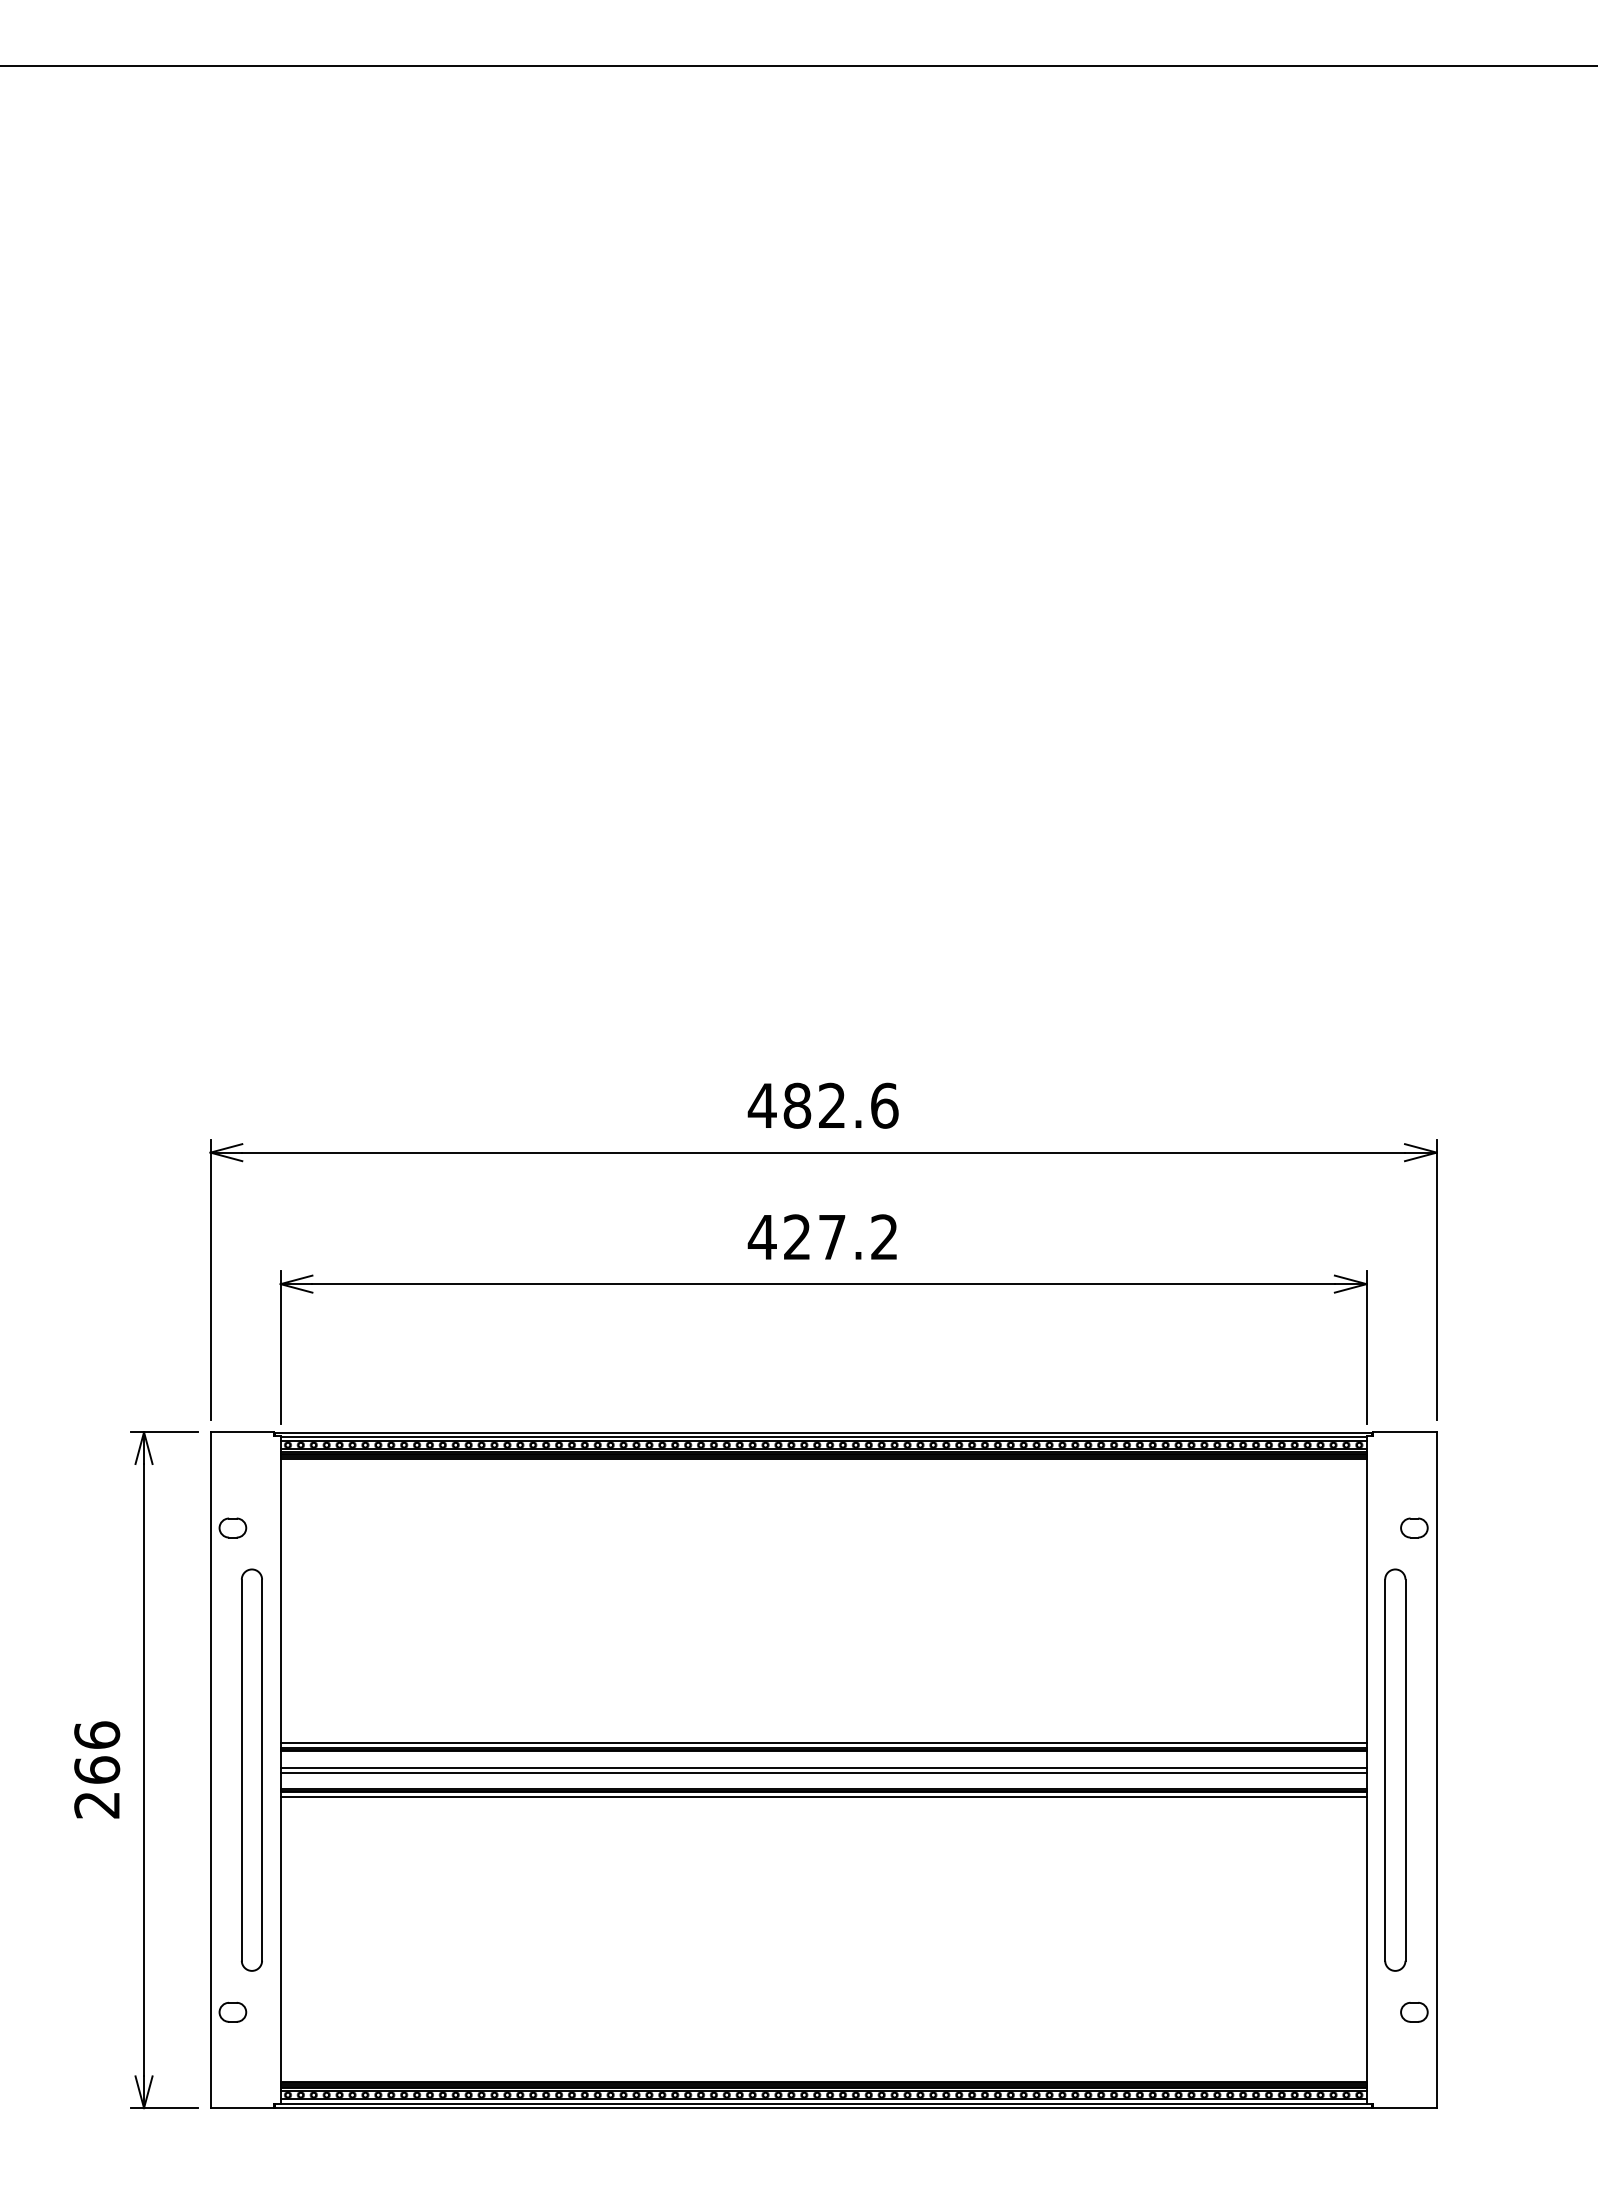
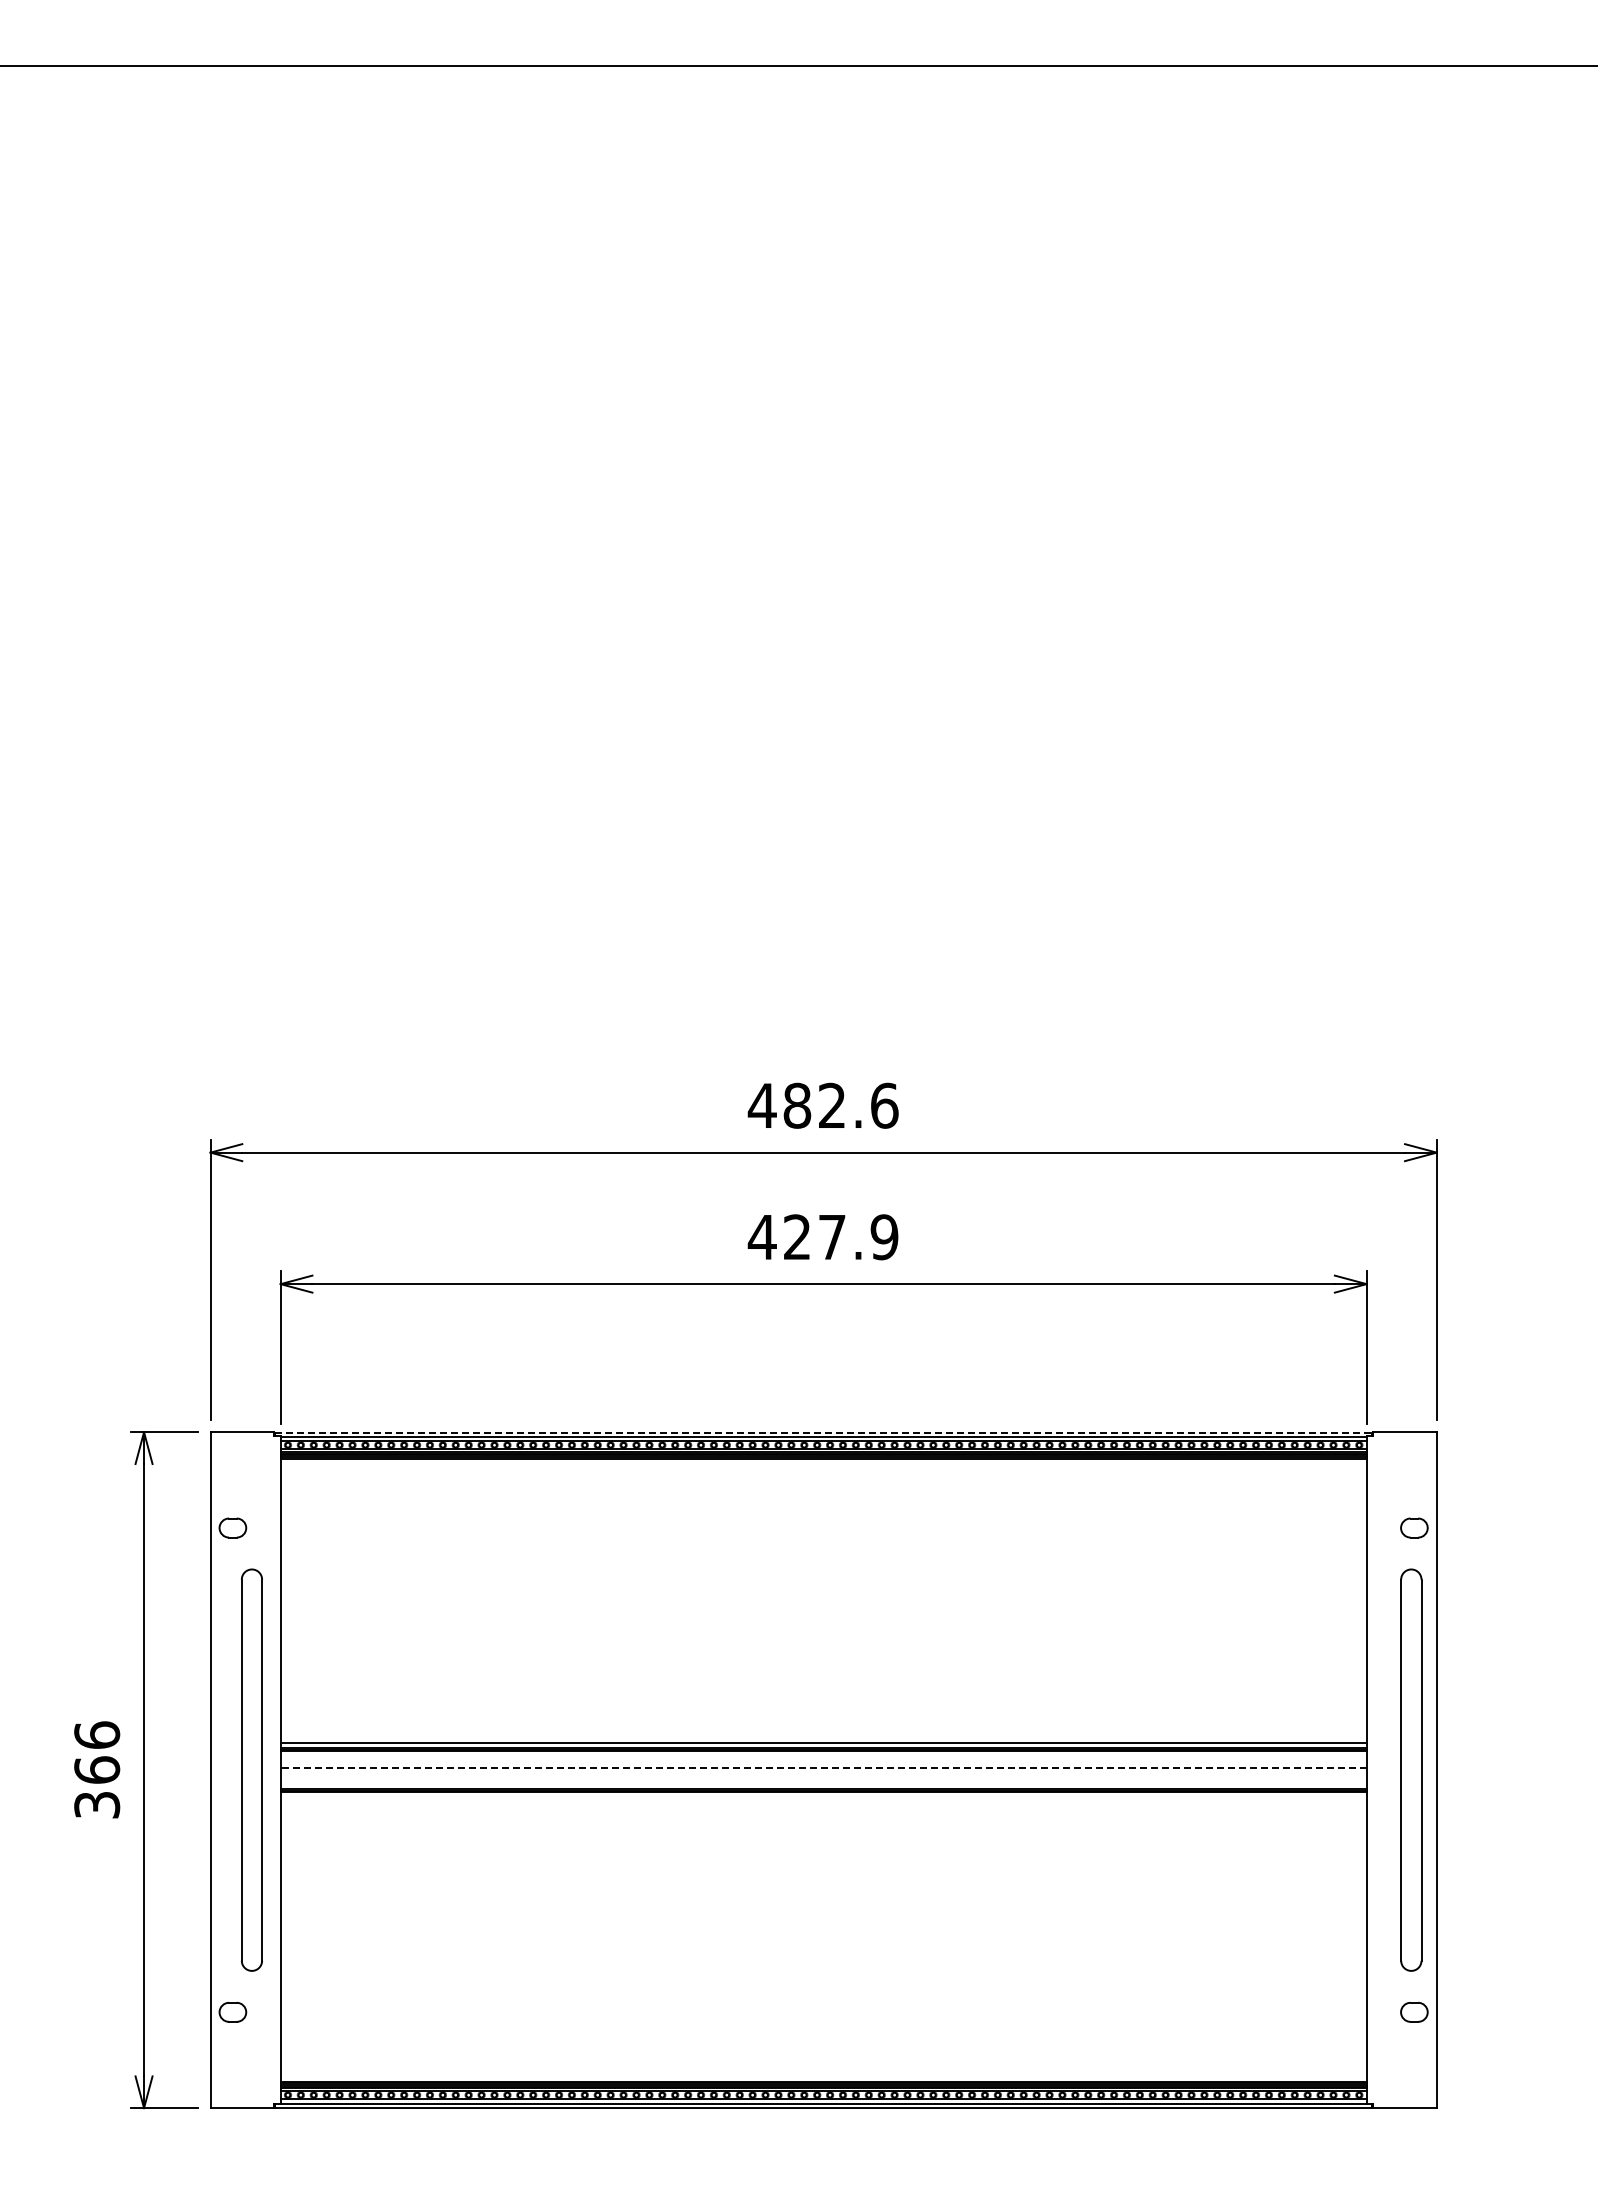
text at (884, 1237): 427.2 -> 427.9
line at (823, 1432): solid -> dashed
line at (823, 1767): solid -> dashed
part at (1395, 1769) position: (1395, 1769) -> (1411, 1769)
line at (823, 1772): present -> none
line at (823, 1797): present -> none
text at (97, 1805): 266 -> 366
